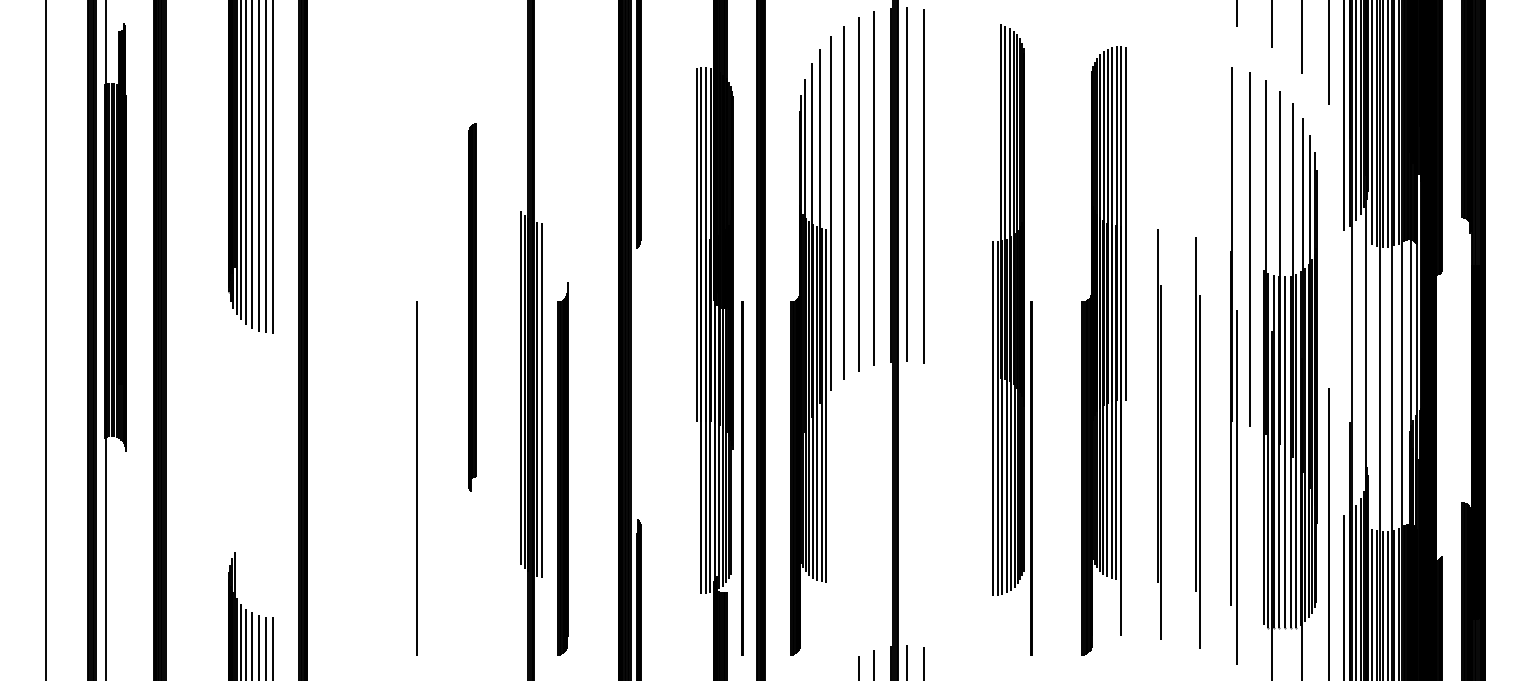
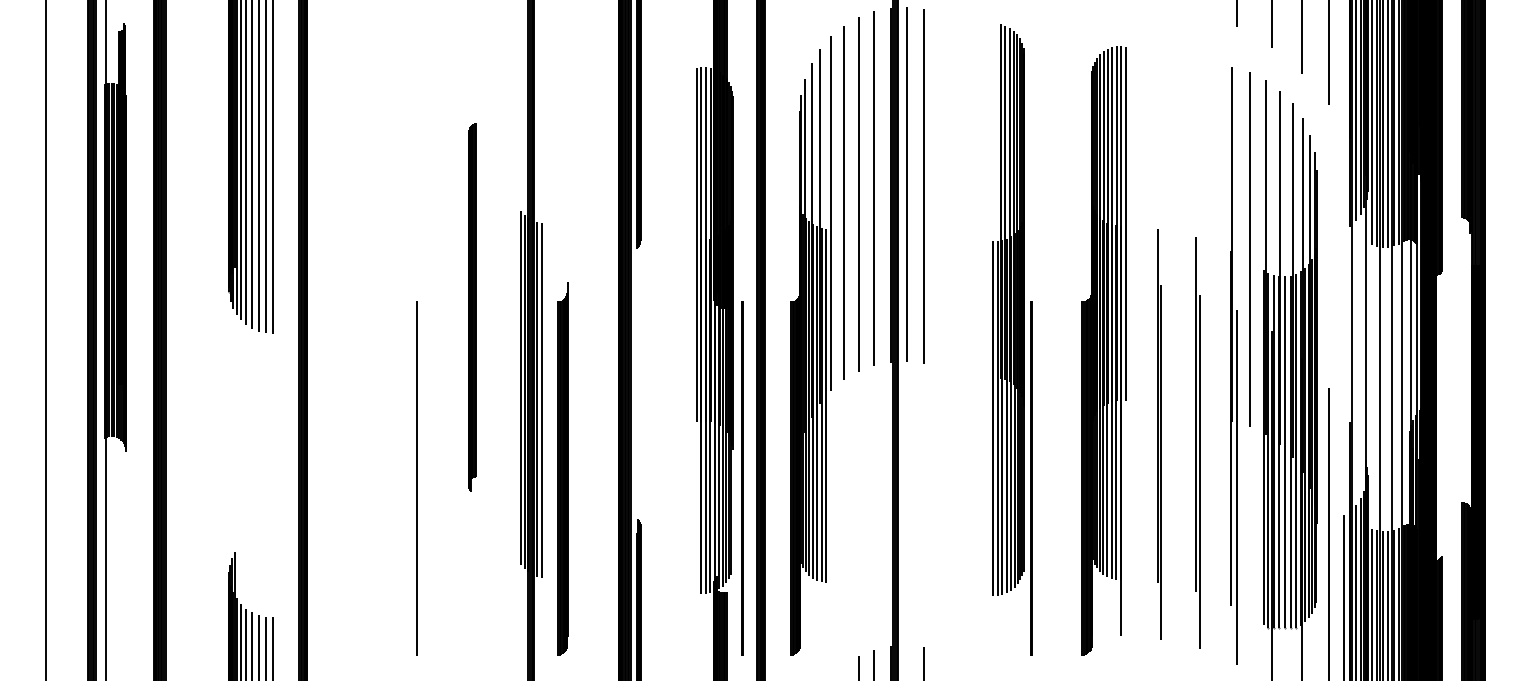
line at (1343, 116): present -> none
line at (907, 661): present -> none
